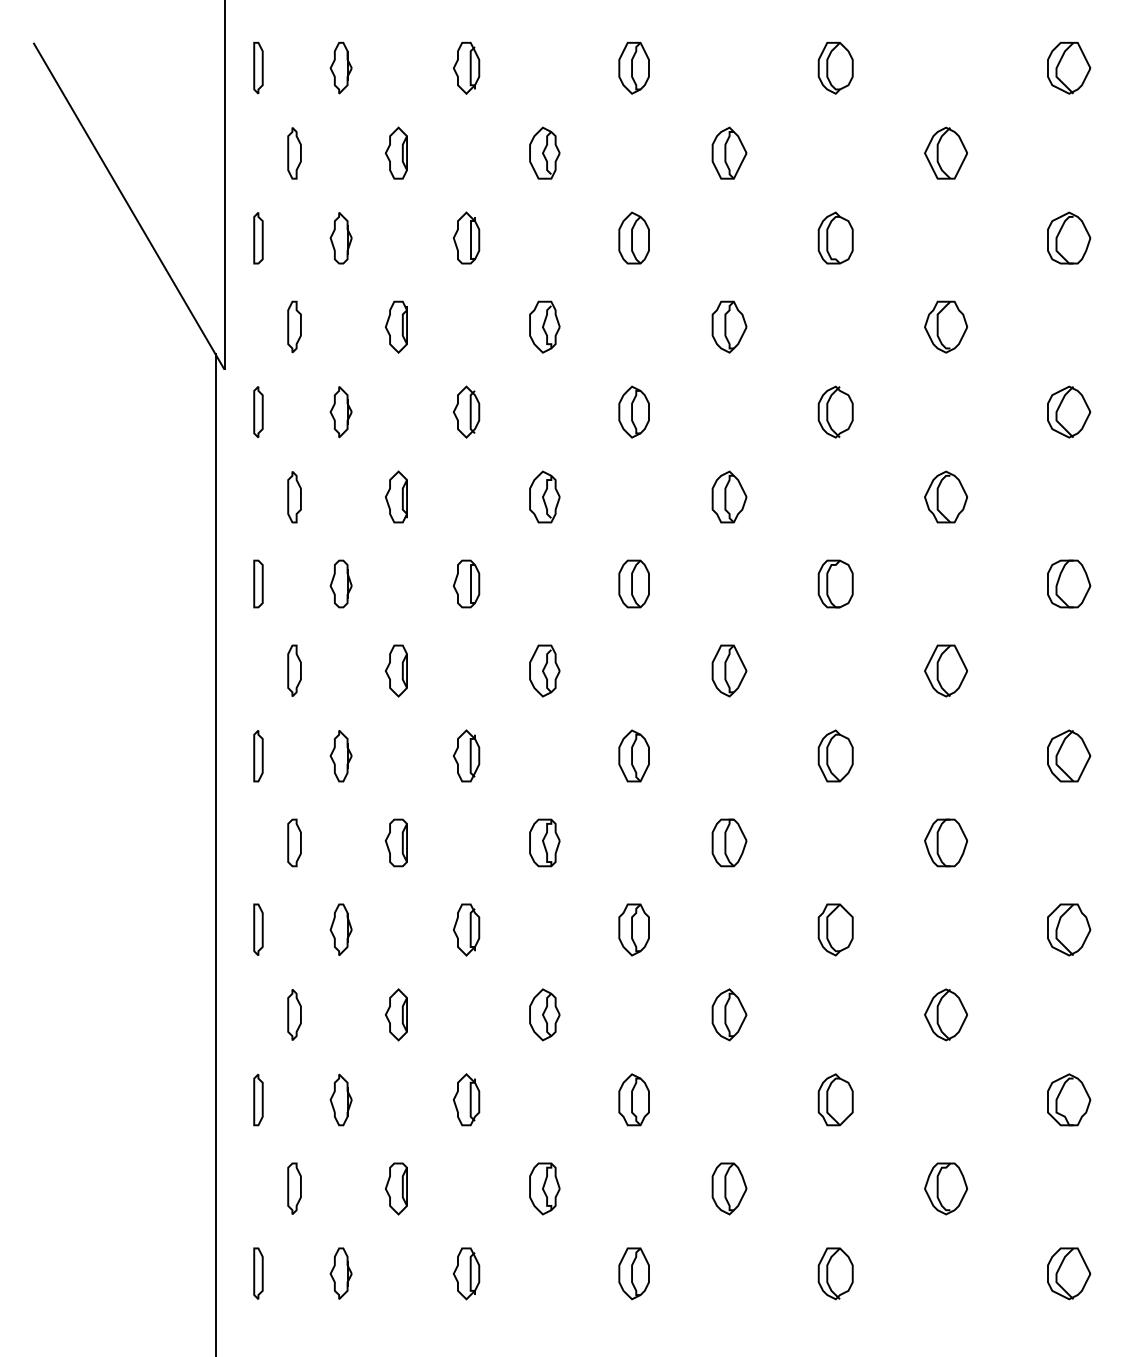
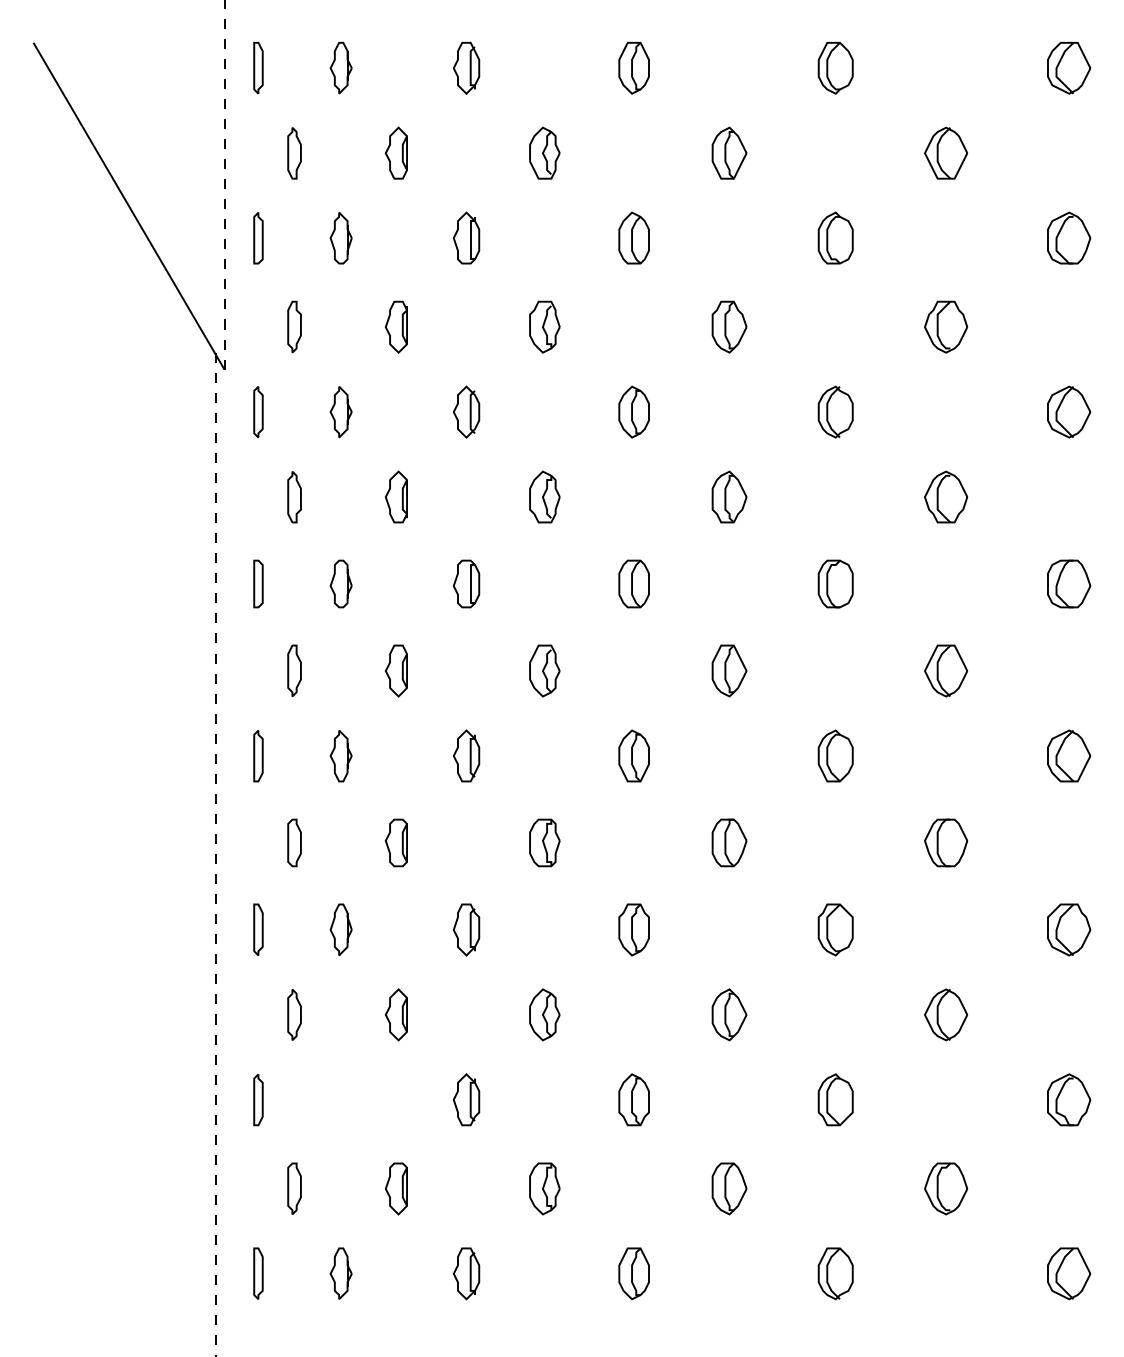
line at (224, 184): solid -> dashed
line at (216, 855): solid -> dashed
part at (340, 1099): present -> none
